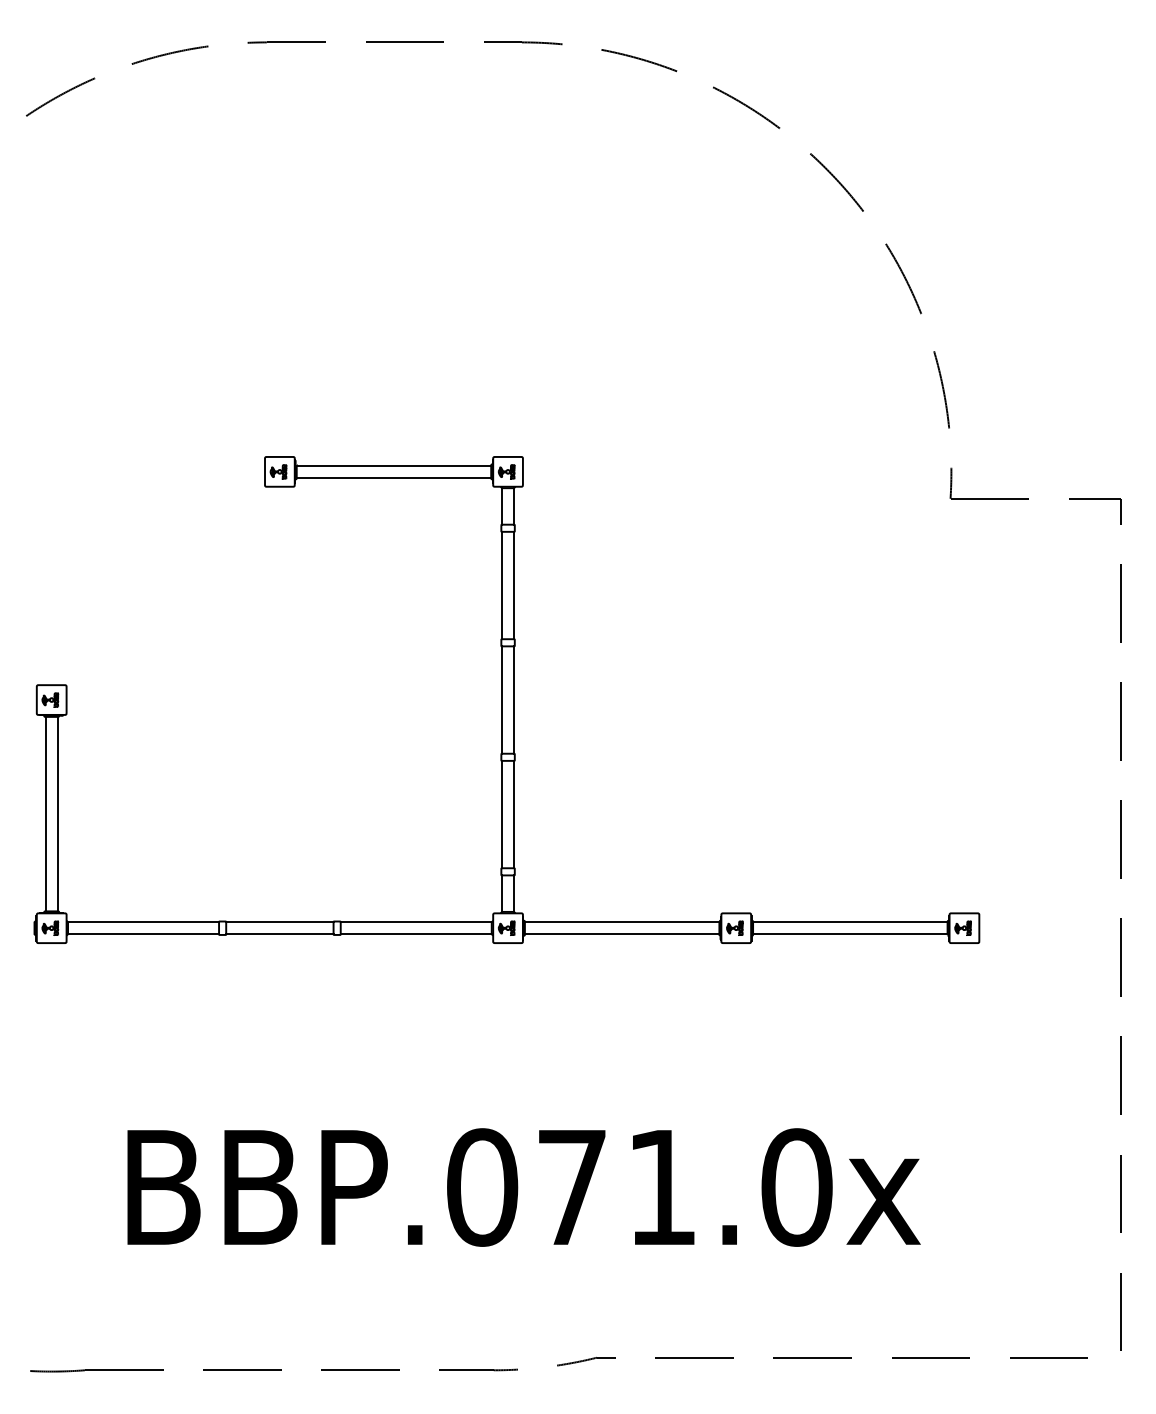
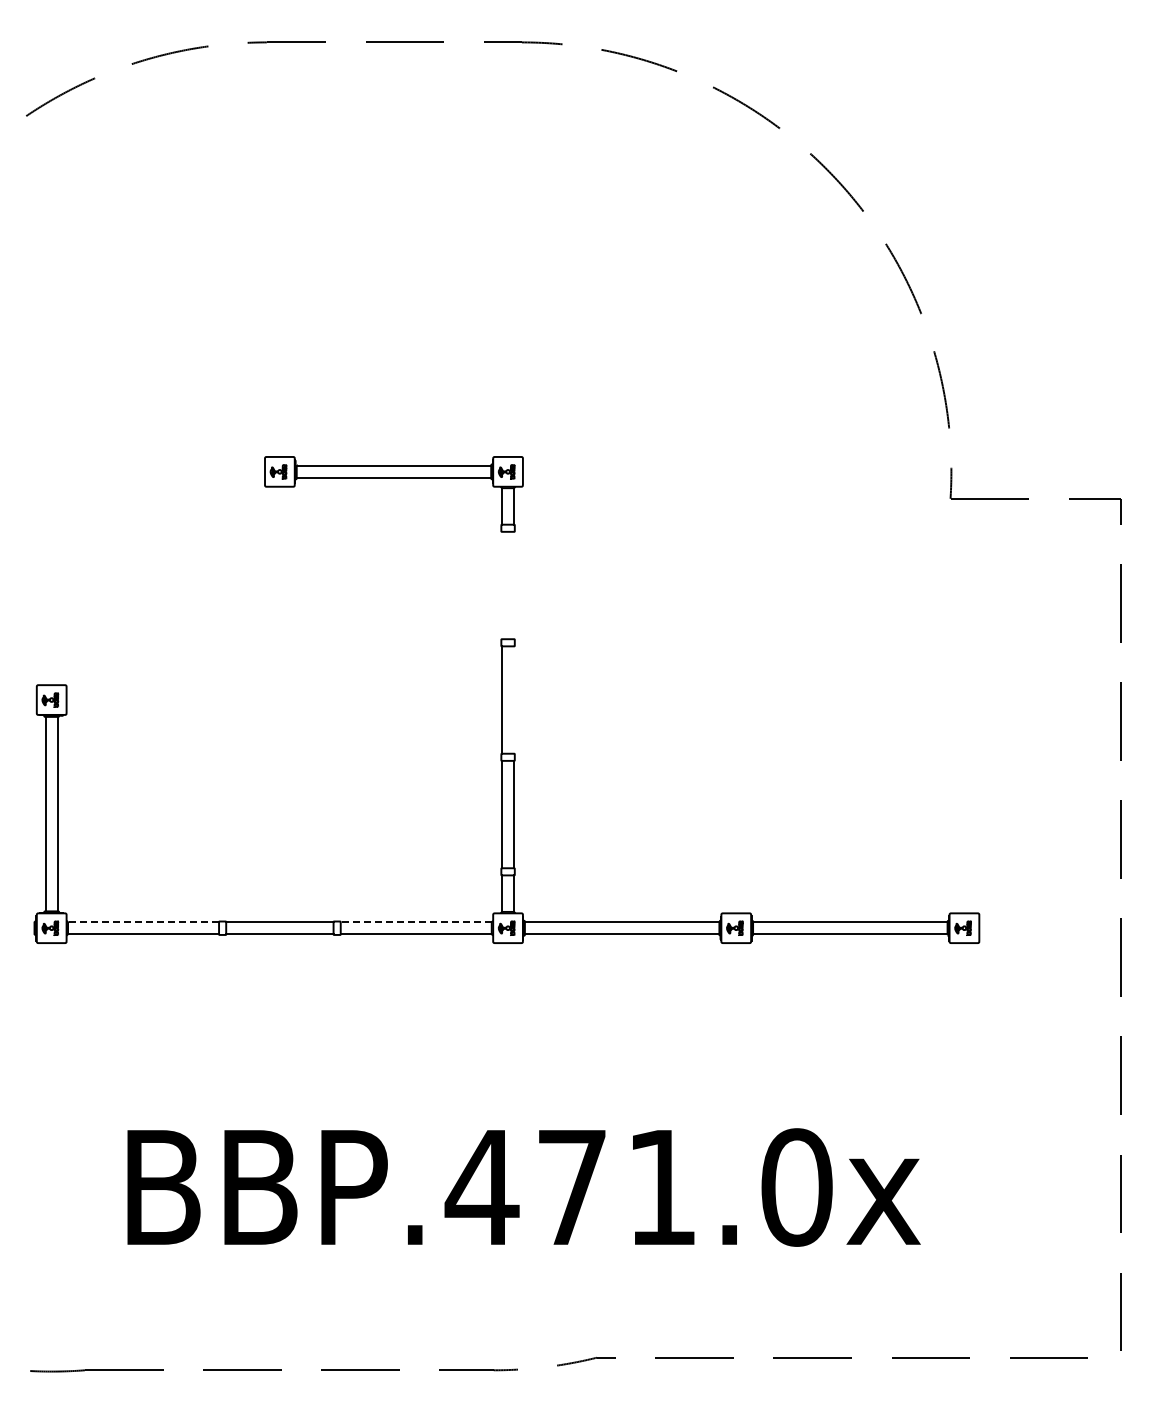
line at (502, 585): present -> none
line at (514, 585): present -> none
line at (514, 699): present -> none
line at (143, 922): solid -> dashed
line at (416, 922): solid -> dashed
text at (481, 1187): BBP.071.0x -> BBP.471.0x
